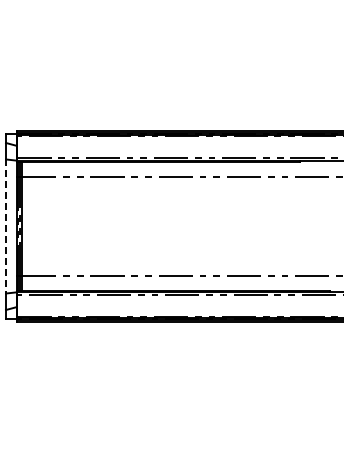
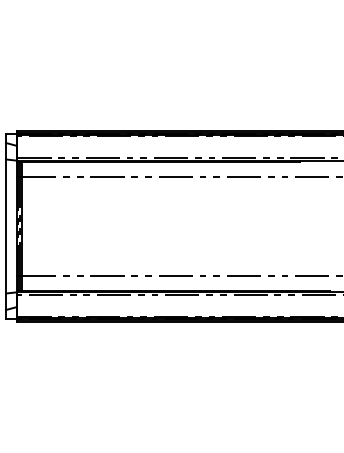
line at (6, 226): dashed -> solid
